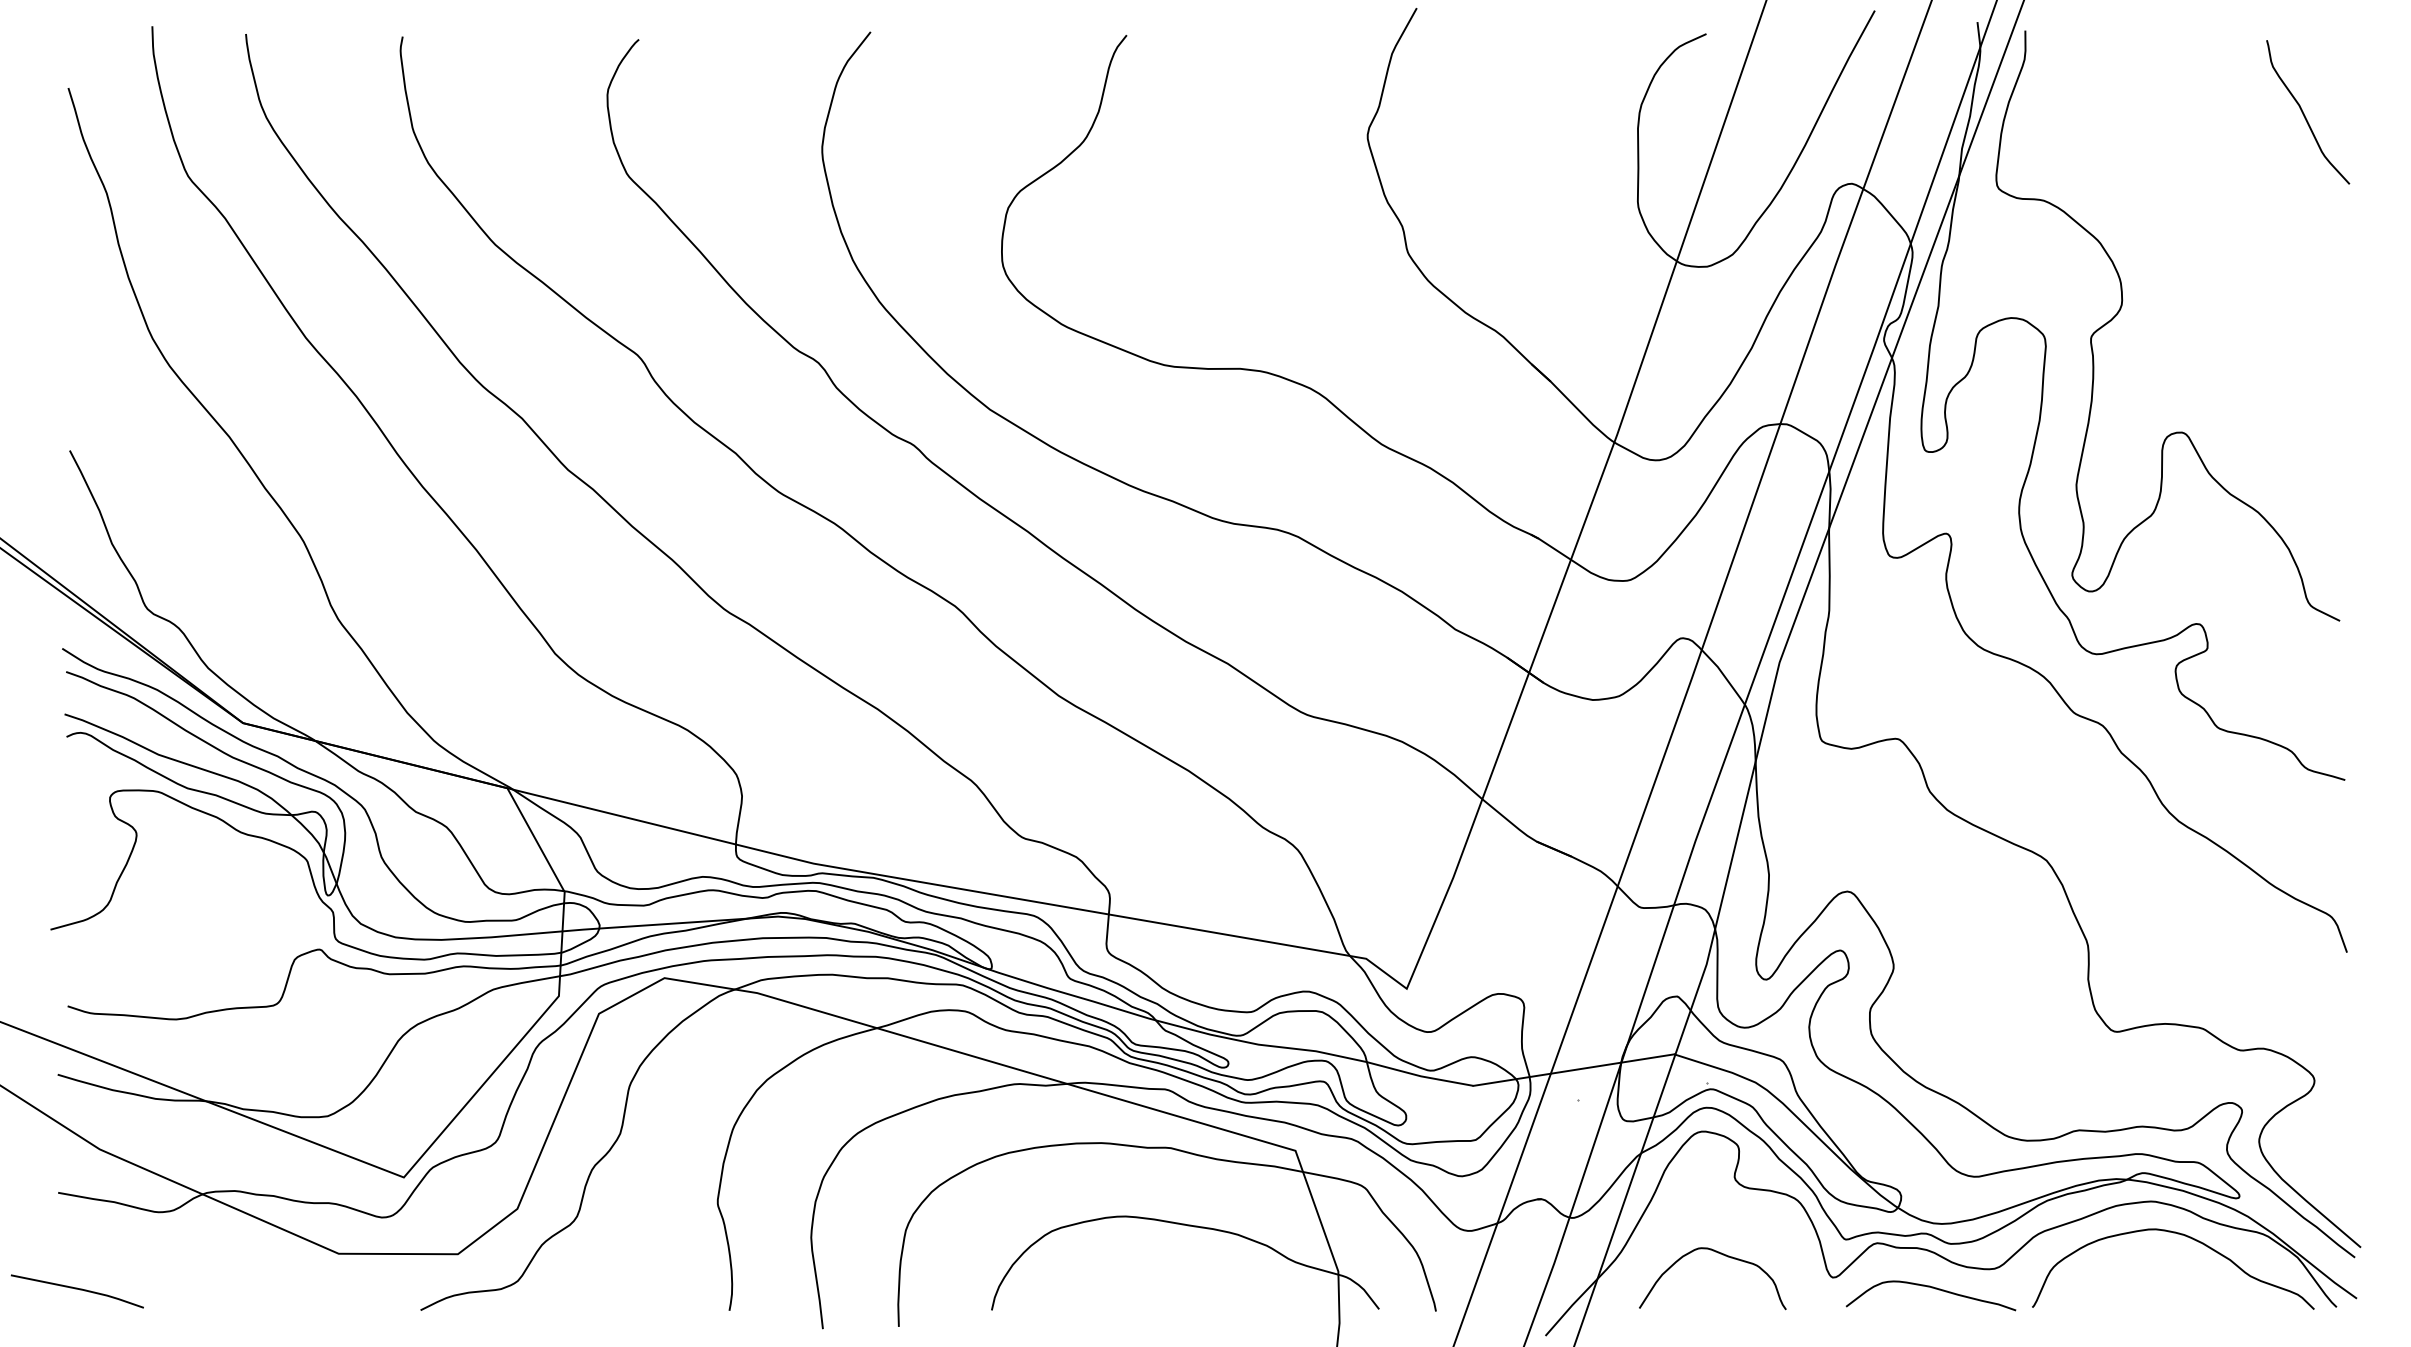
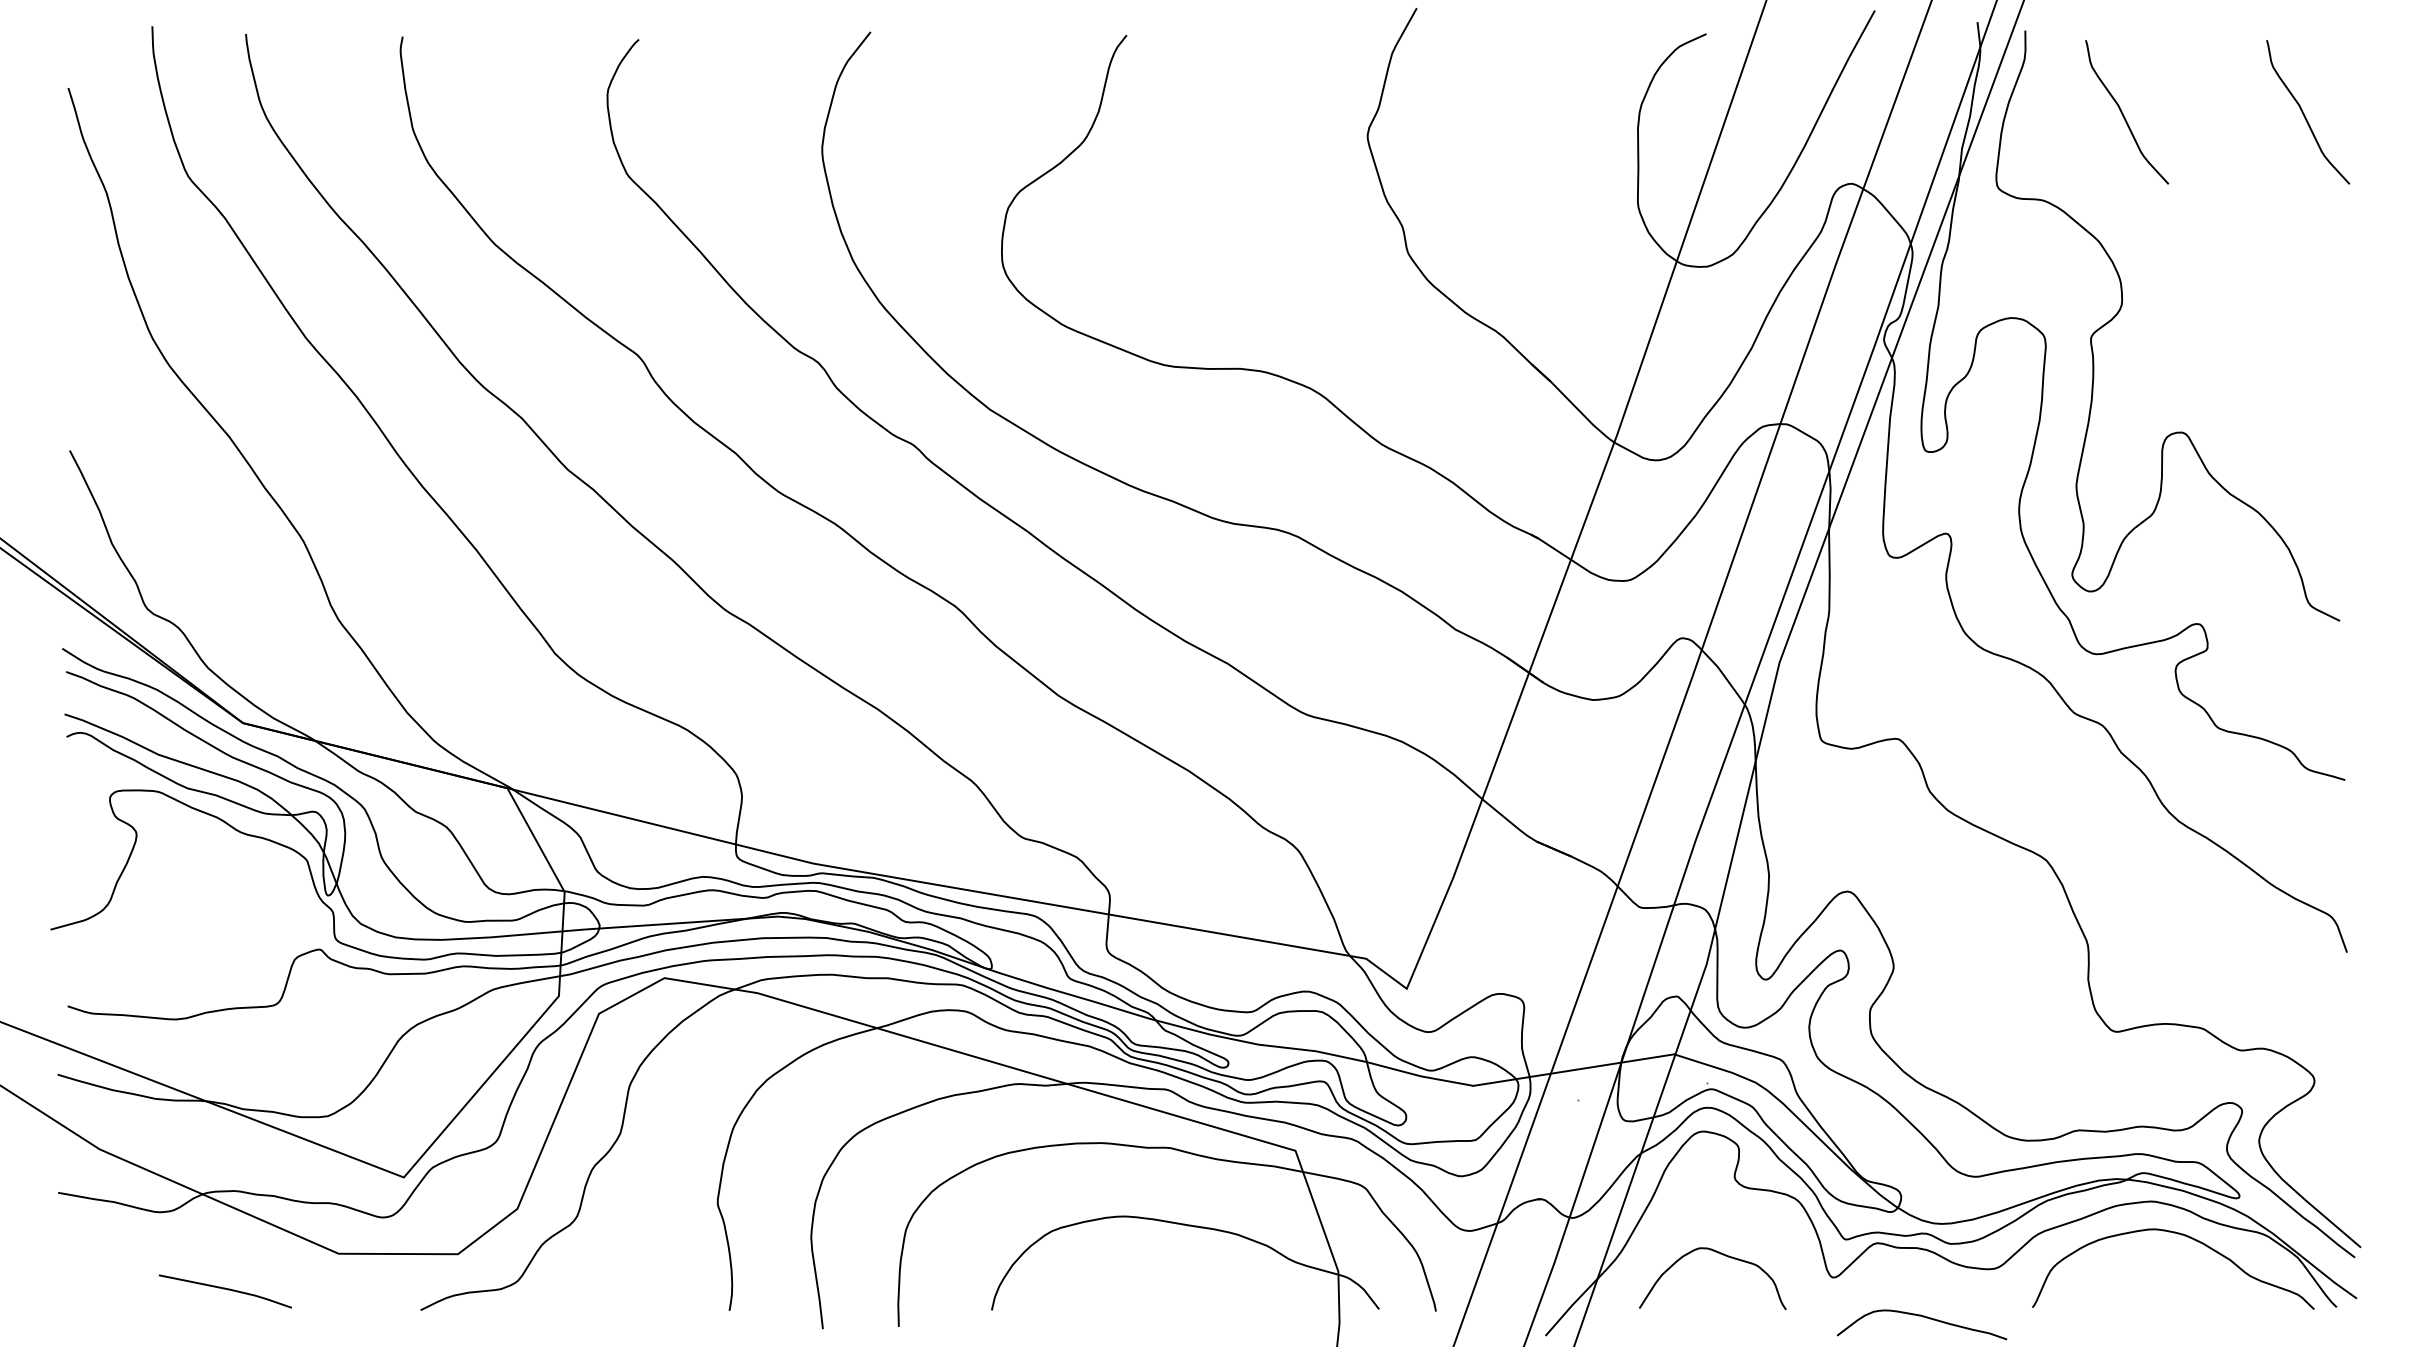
curve at (2123, 113): none -> present
curve at (1931, 1288) position: (1931, 1288) -> (1922, 1317)
line at (76, 1289) position: (76, 1289) -> (224, 1289)
